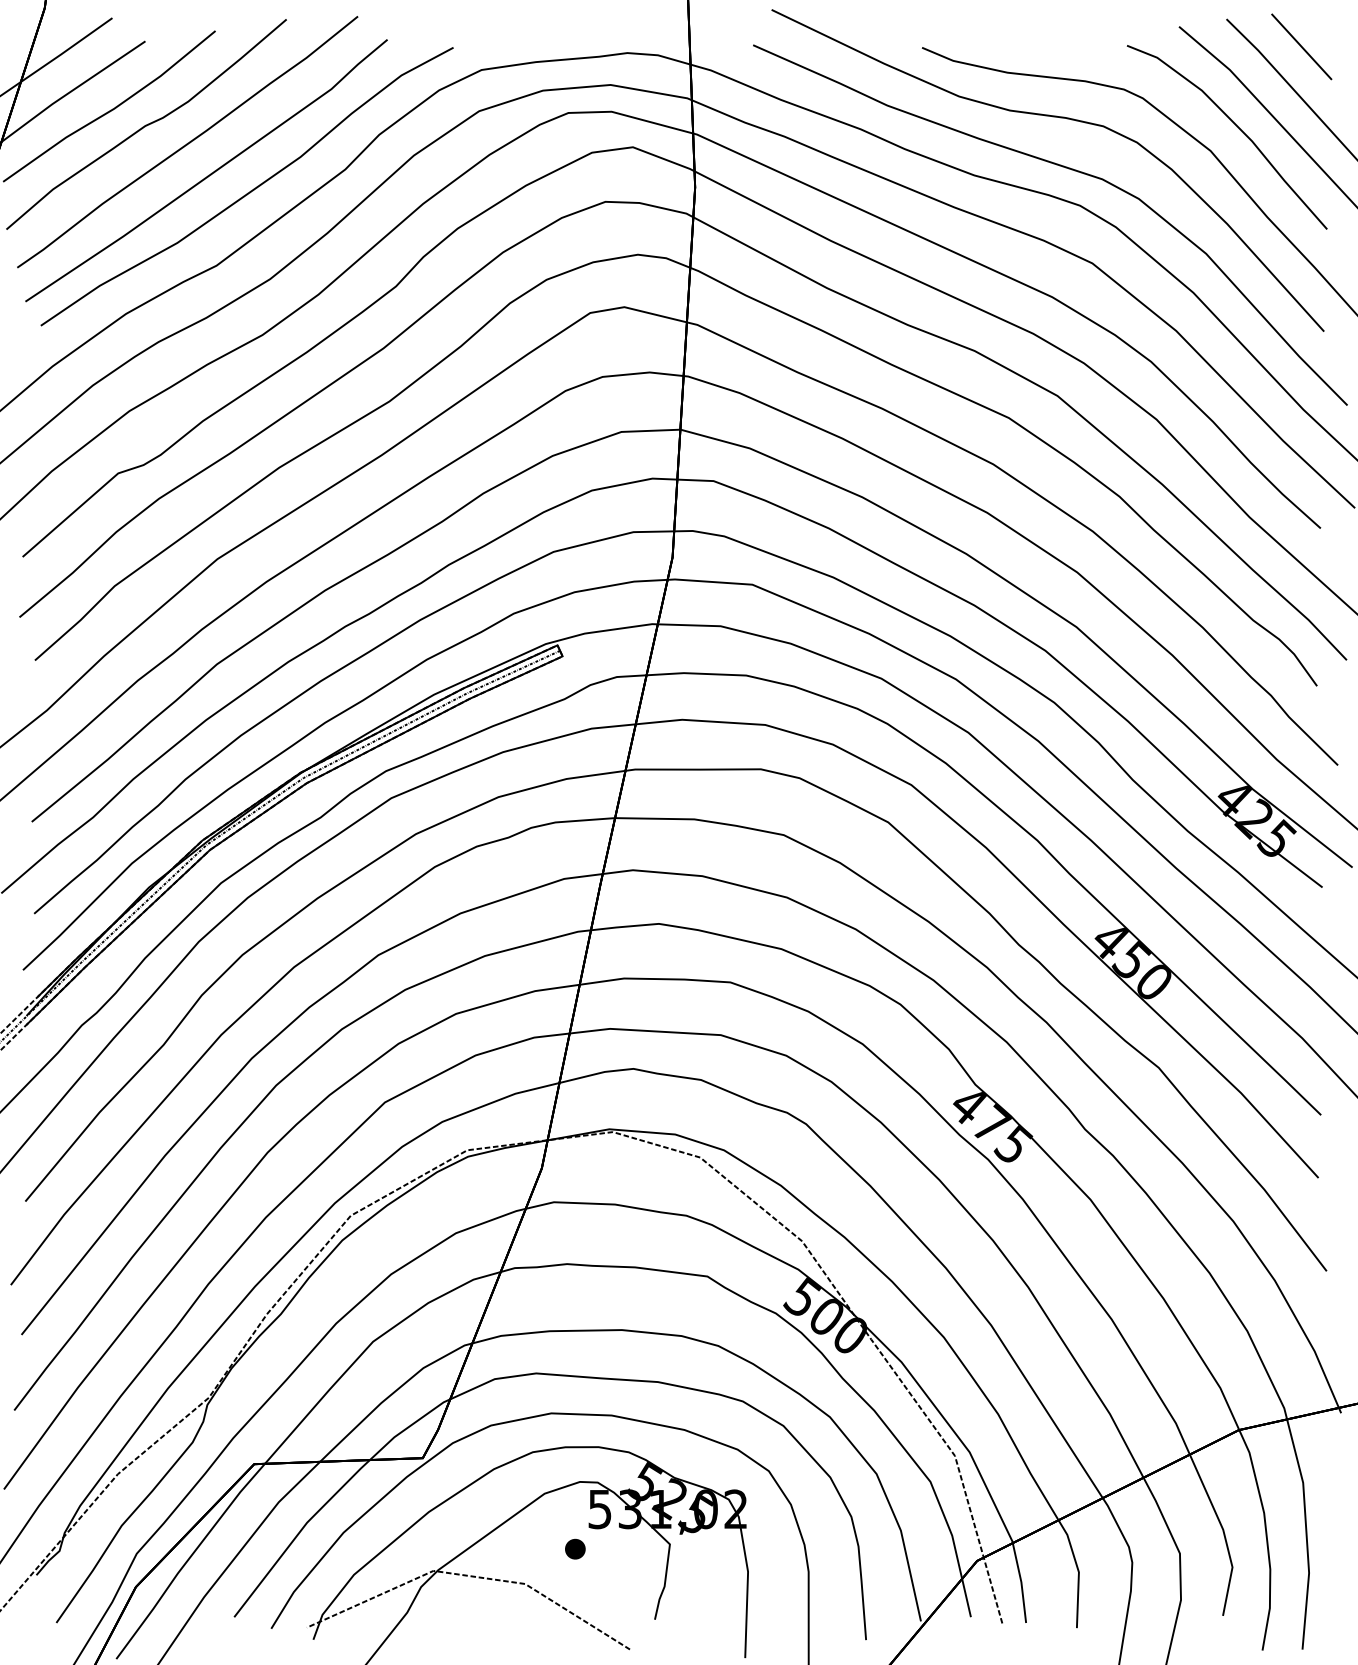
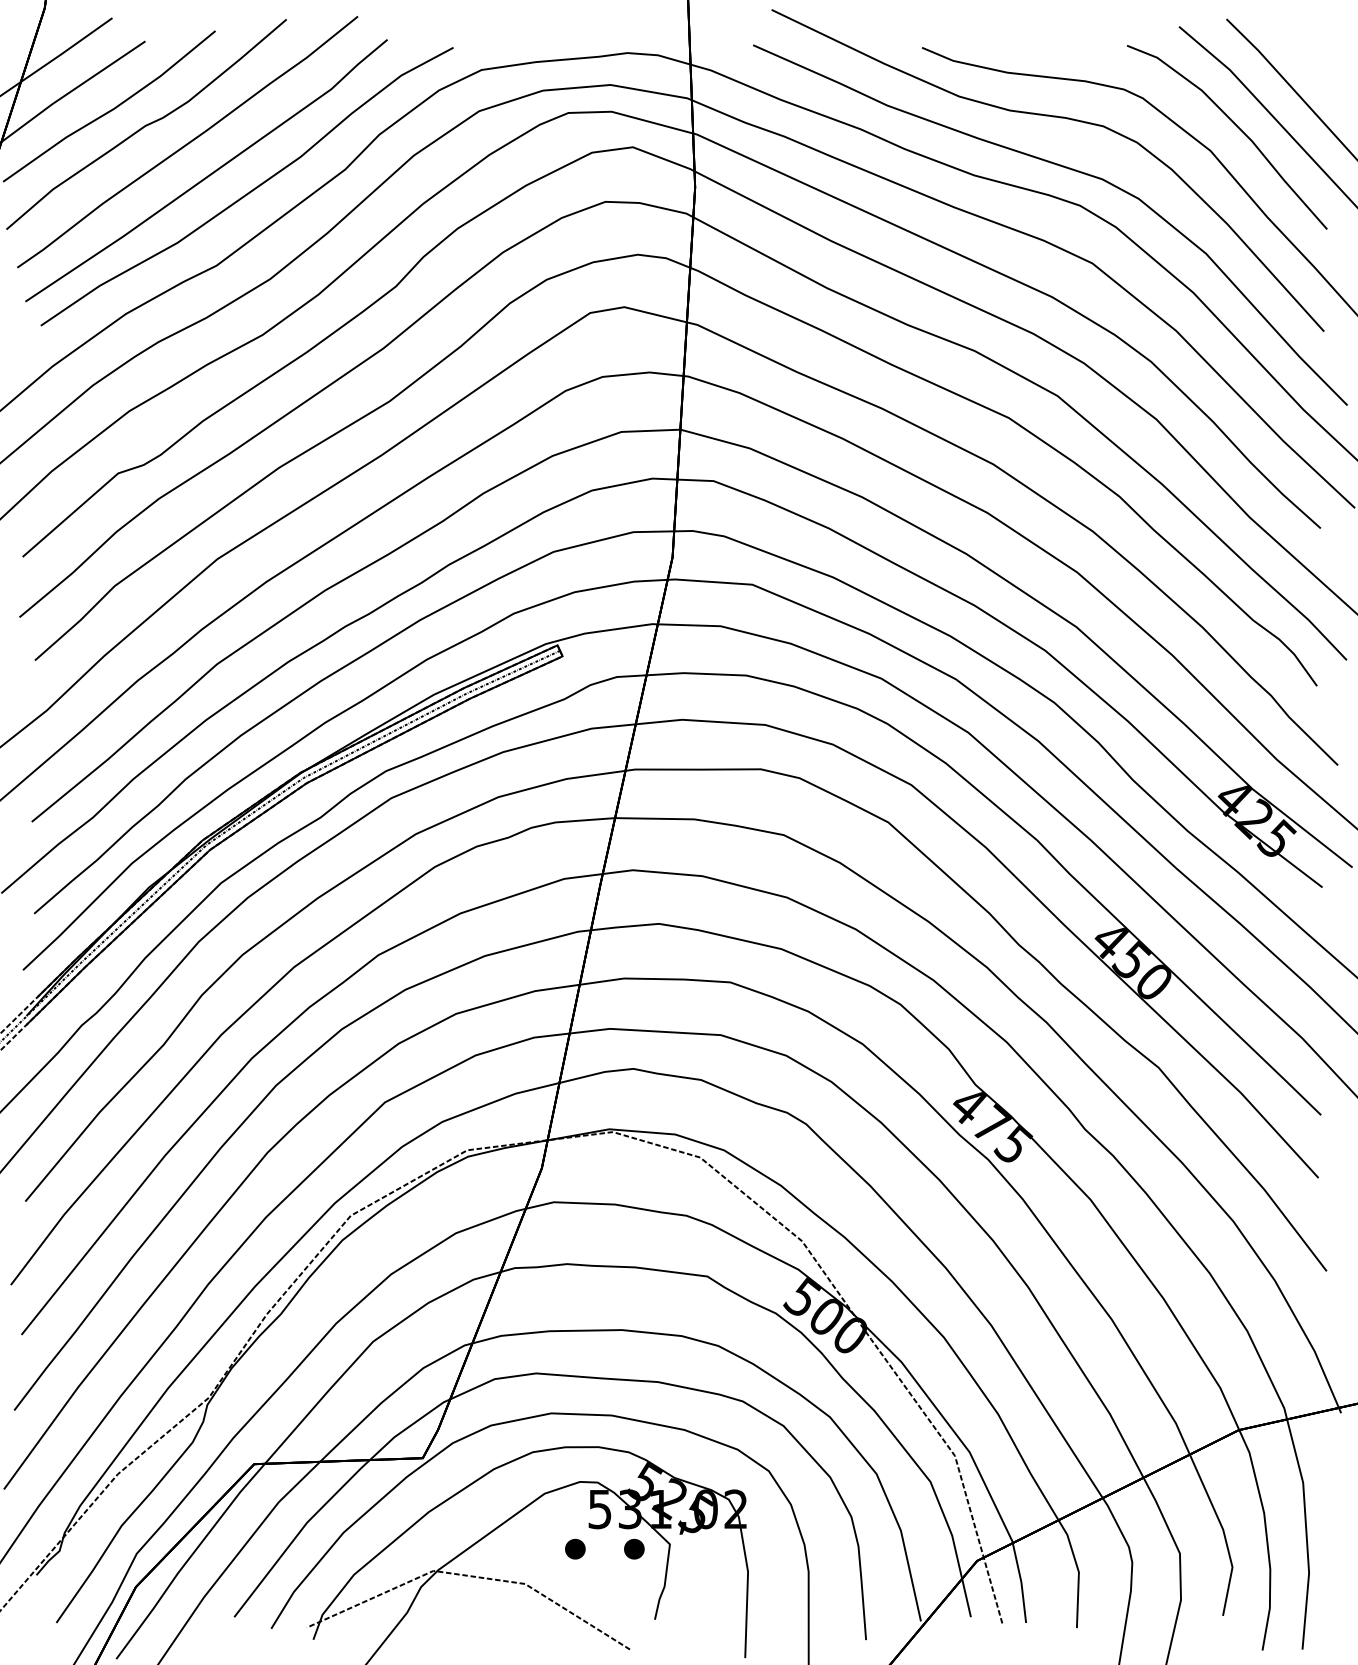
line at (1301, 46): present -> none
part at (634, 1548): none -> present
